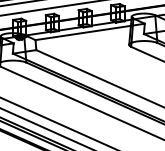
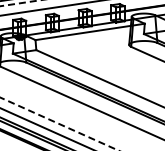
line at (20, 3): solid -> dashed
line at (59, 124): solid -> dashed
